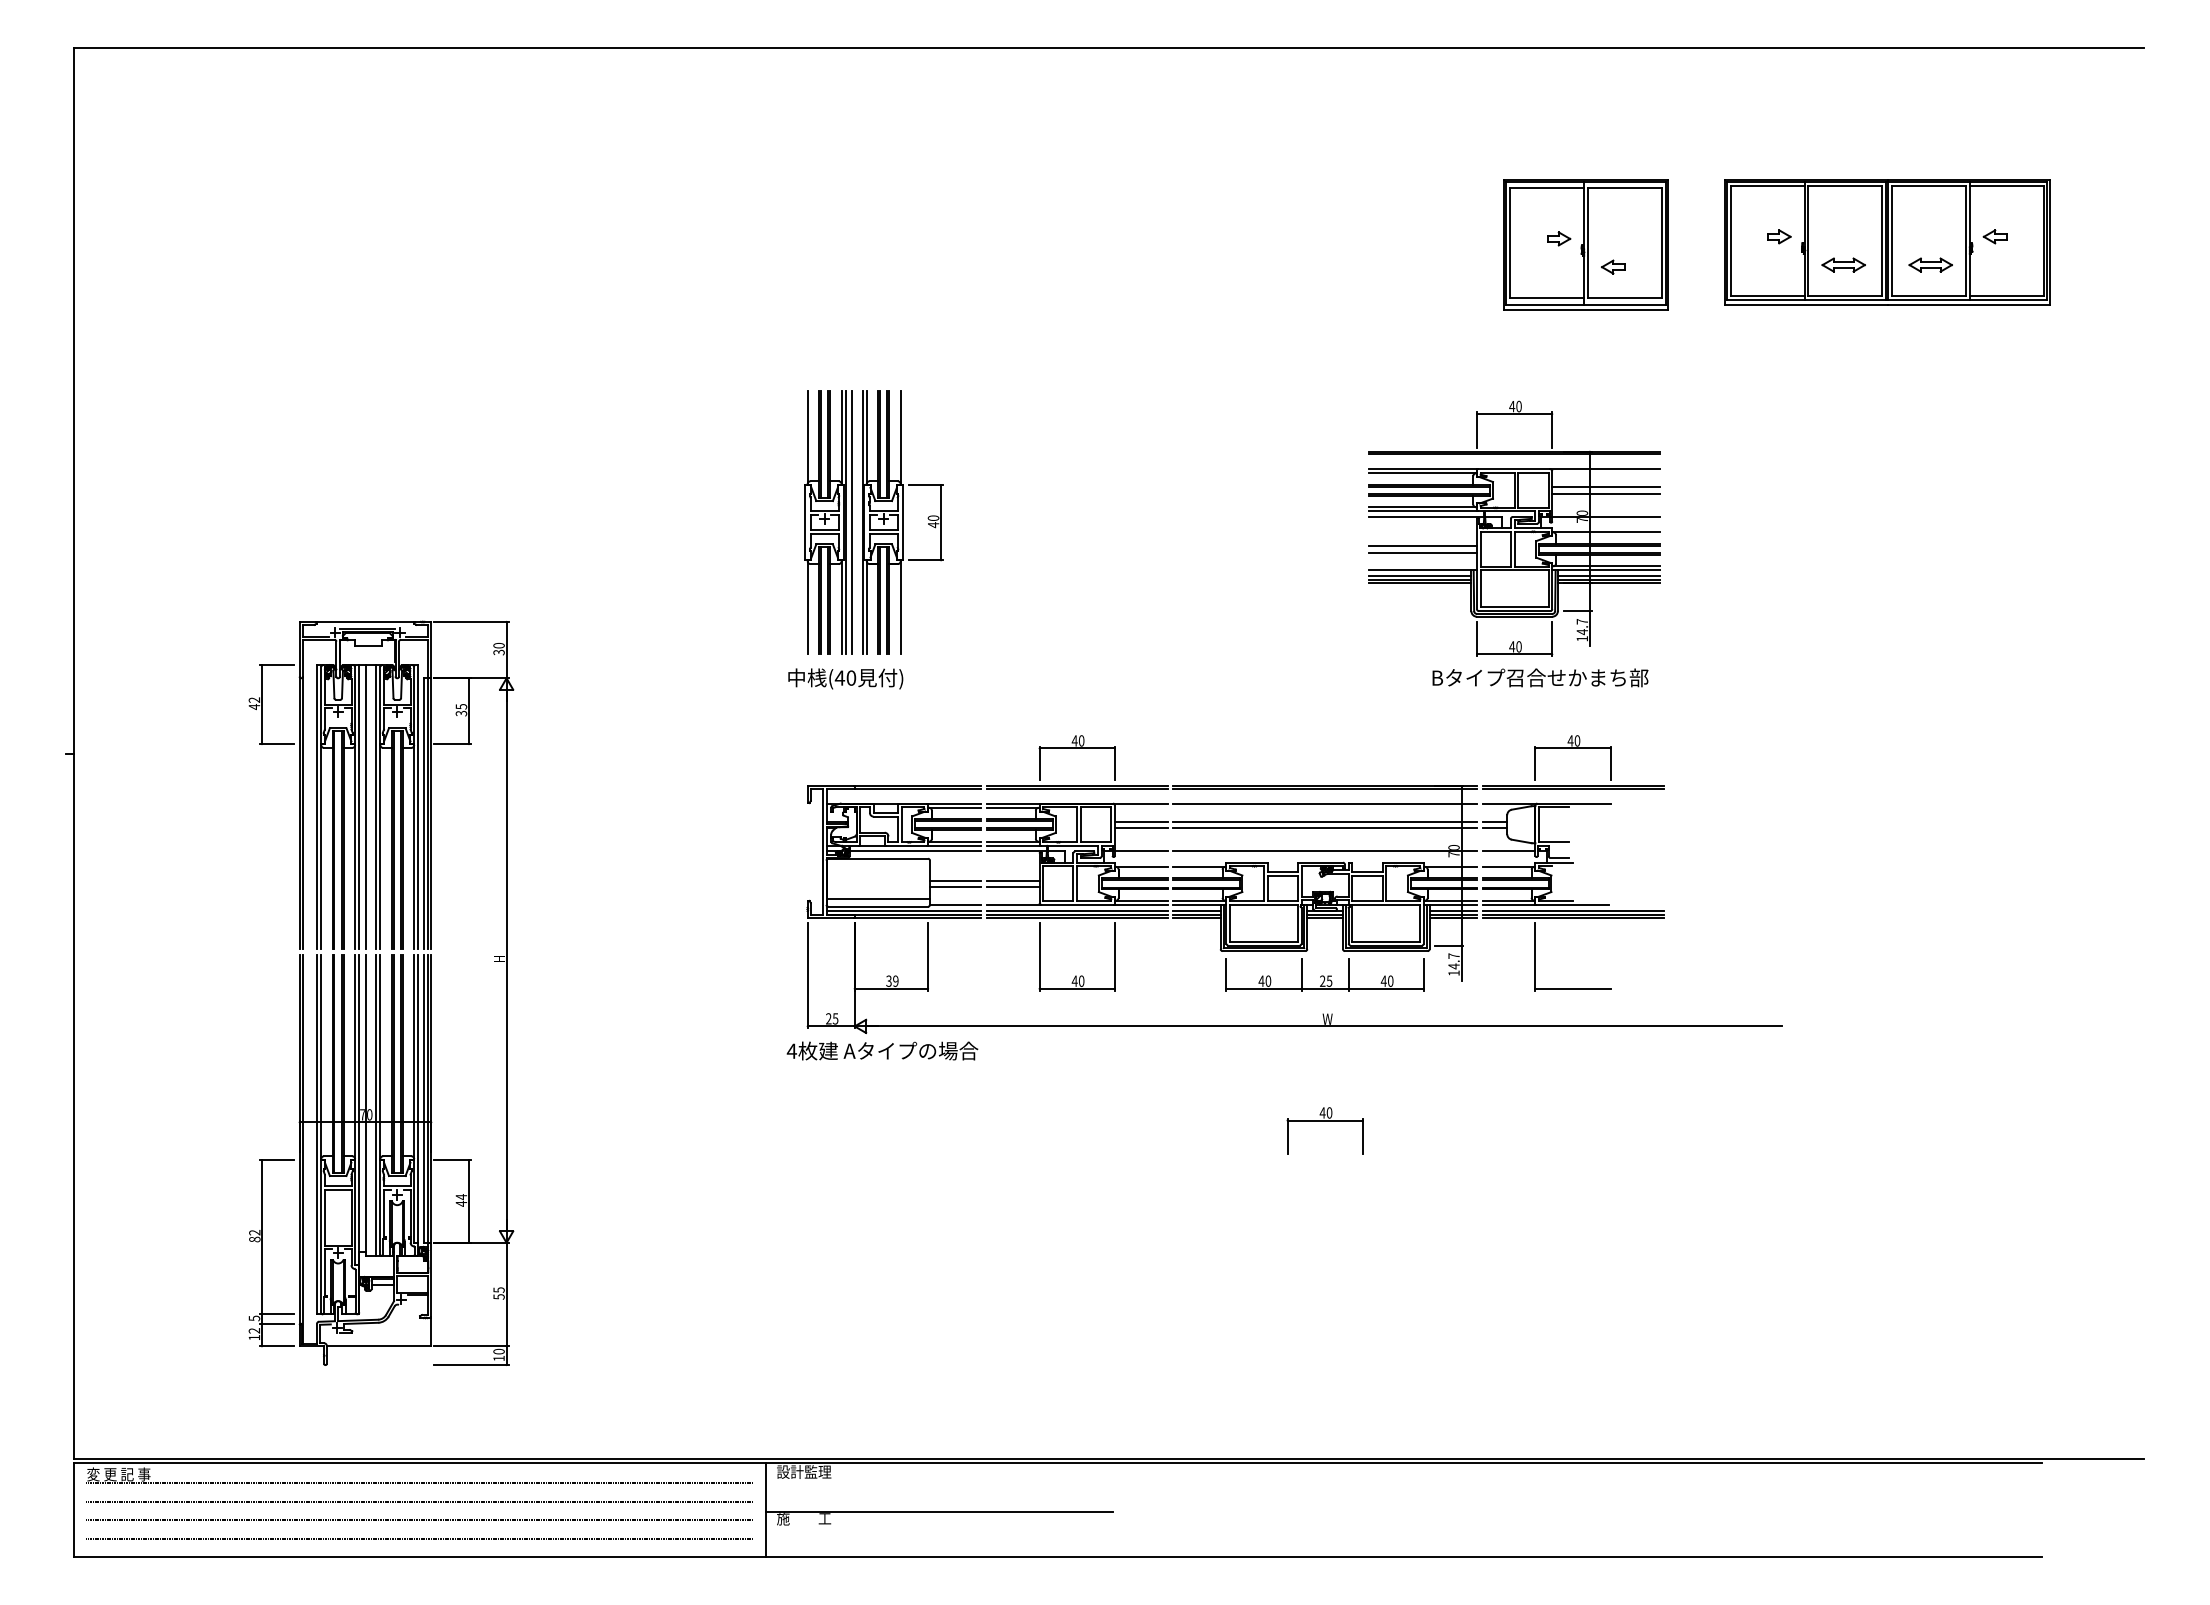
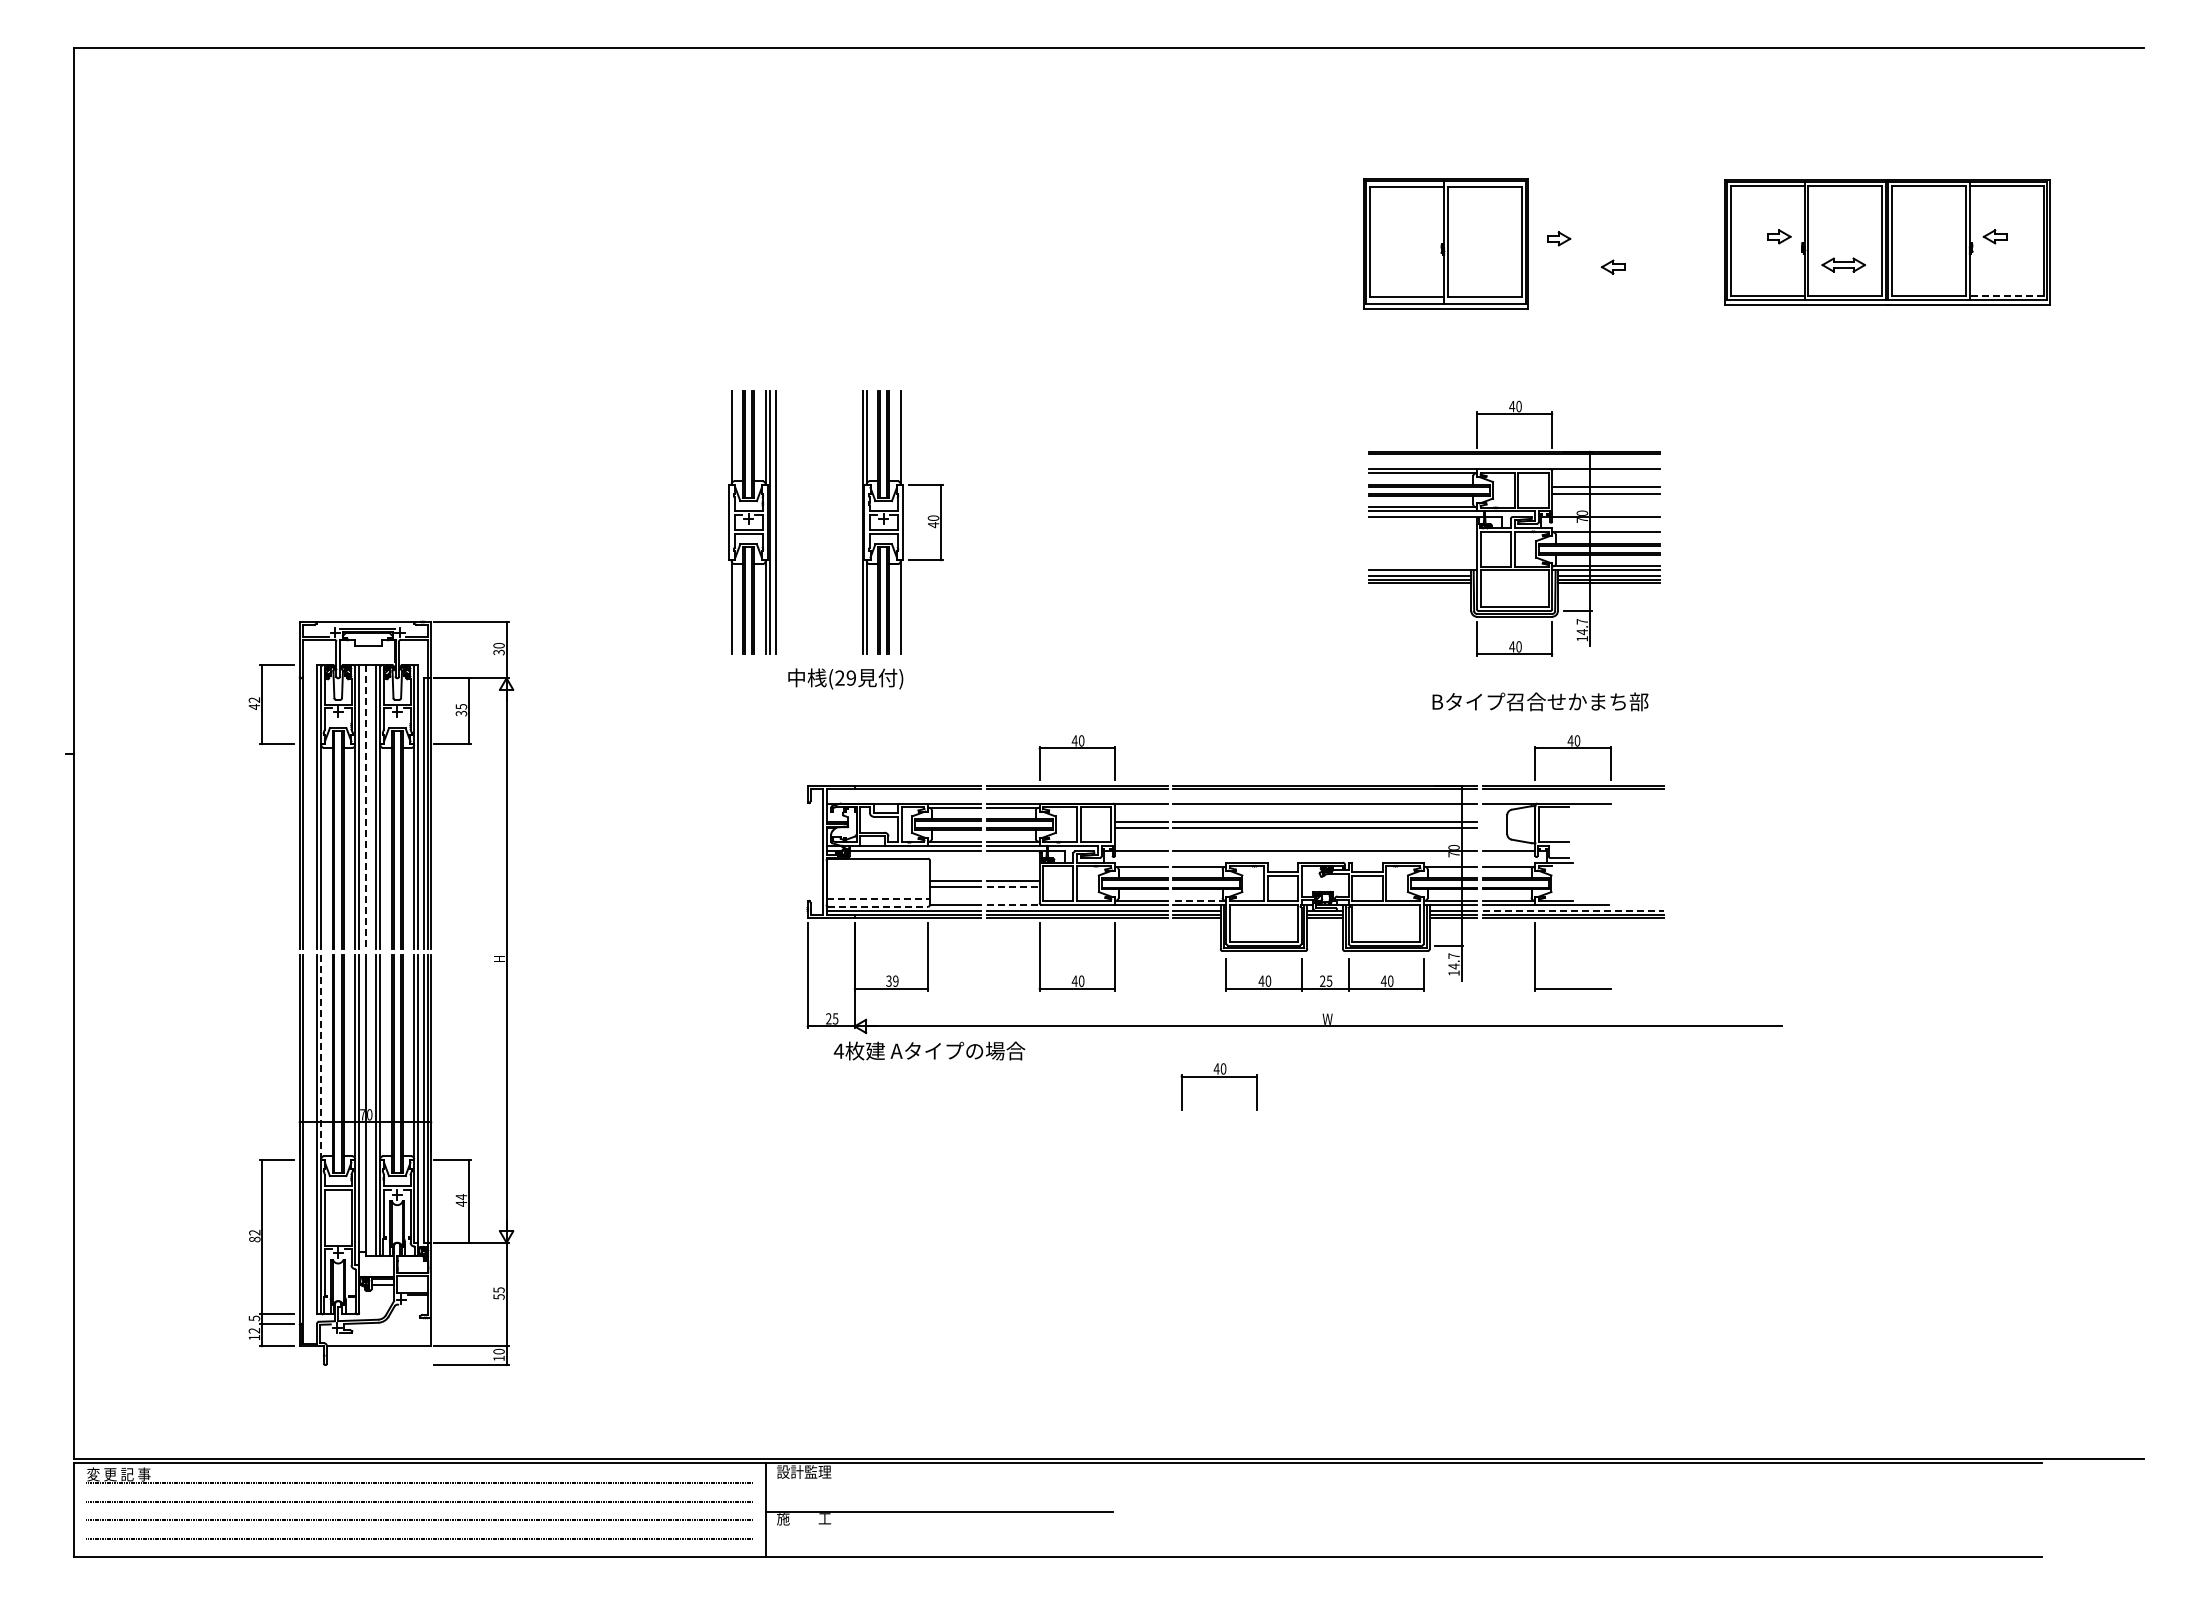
part at (1585, 244) position: (1585, 244) -> (1445, 243)
part at (1930, 264): present -> none
line at (2006, 295): solid -> dashed
part at (828, 522) position: (828, 522) -> (752, 522)
line at (1422, 546): present -> none
line at (1422, 552): present -> none
text at (845, 677): (40 -> (29
text at (1540, 677) position: (1540, 677) -> (1540, 701)
line at (365, 807): solid -> dashed
line at (1494, 821): present -> none
line at (1494, 827): present -> none
line at (1013, 886): solid -> dashed
line at (878, 899): solid -> dashed
line at (1199, 900): solid -> dashed
line at (1014, 904): solid -> dashed
line at (878, 906): solid -> dashed
line at (1573, 910): solid -> dashed
text at (882, 1050) position: (882, 1050) -> (929, 1050)
line at (321, 1057): solid -> dashed
part at (1324, 1121) position: (1324, 1121) -> (1218, 1077)
